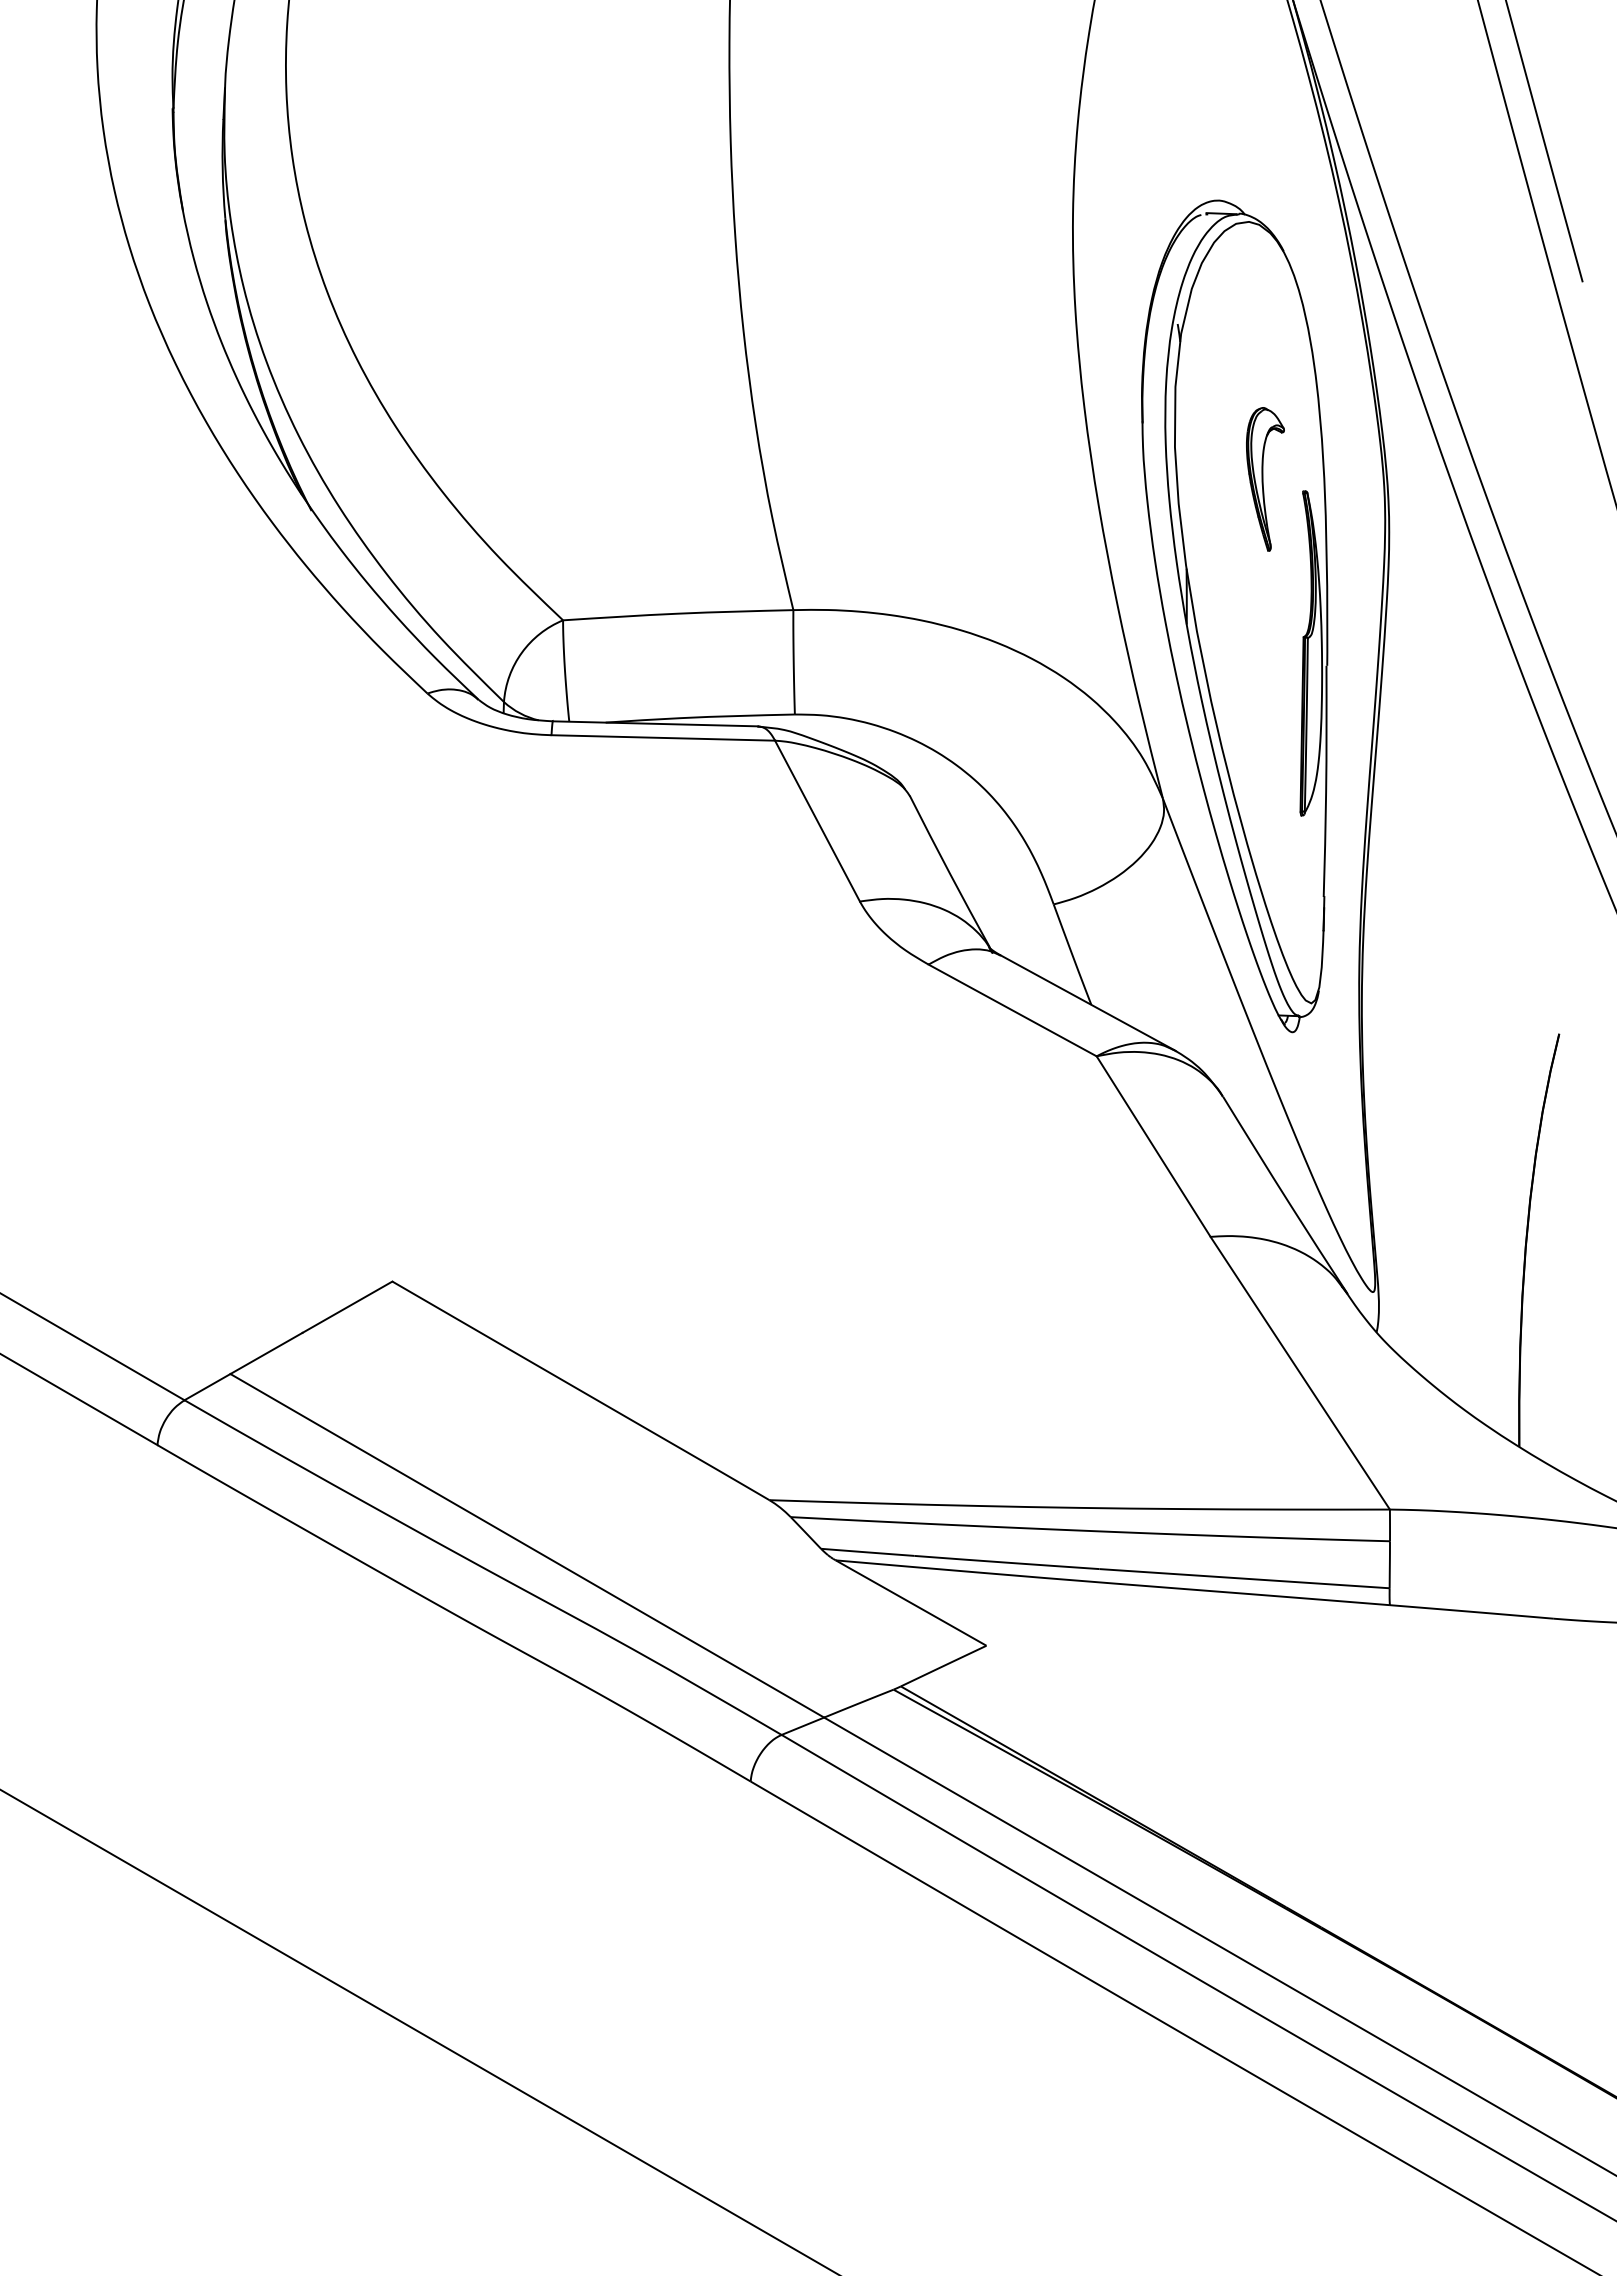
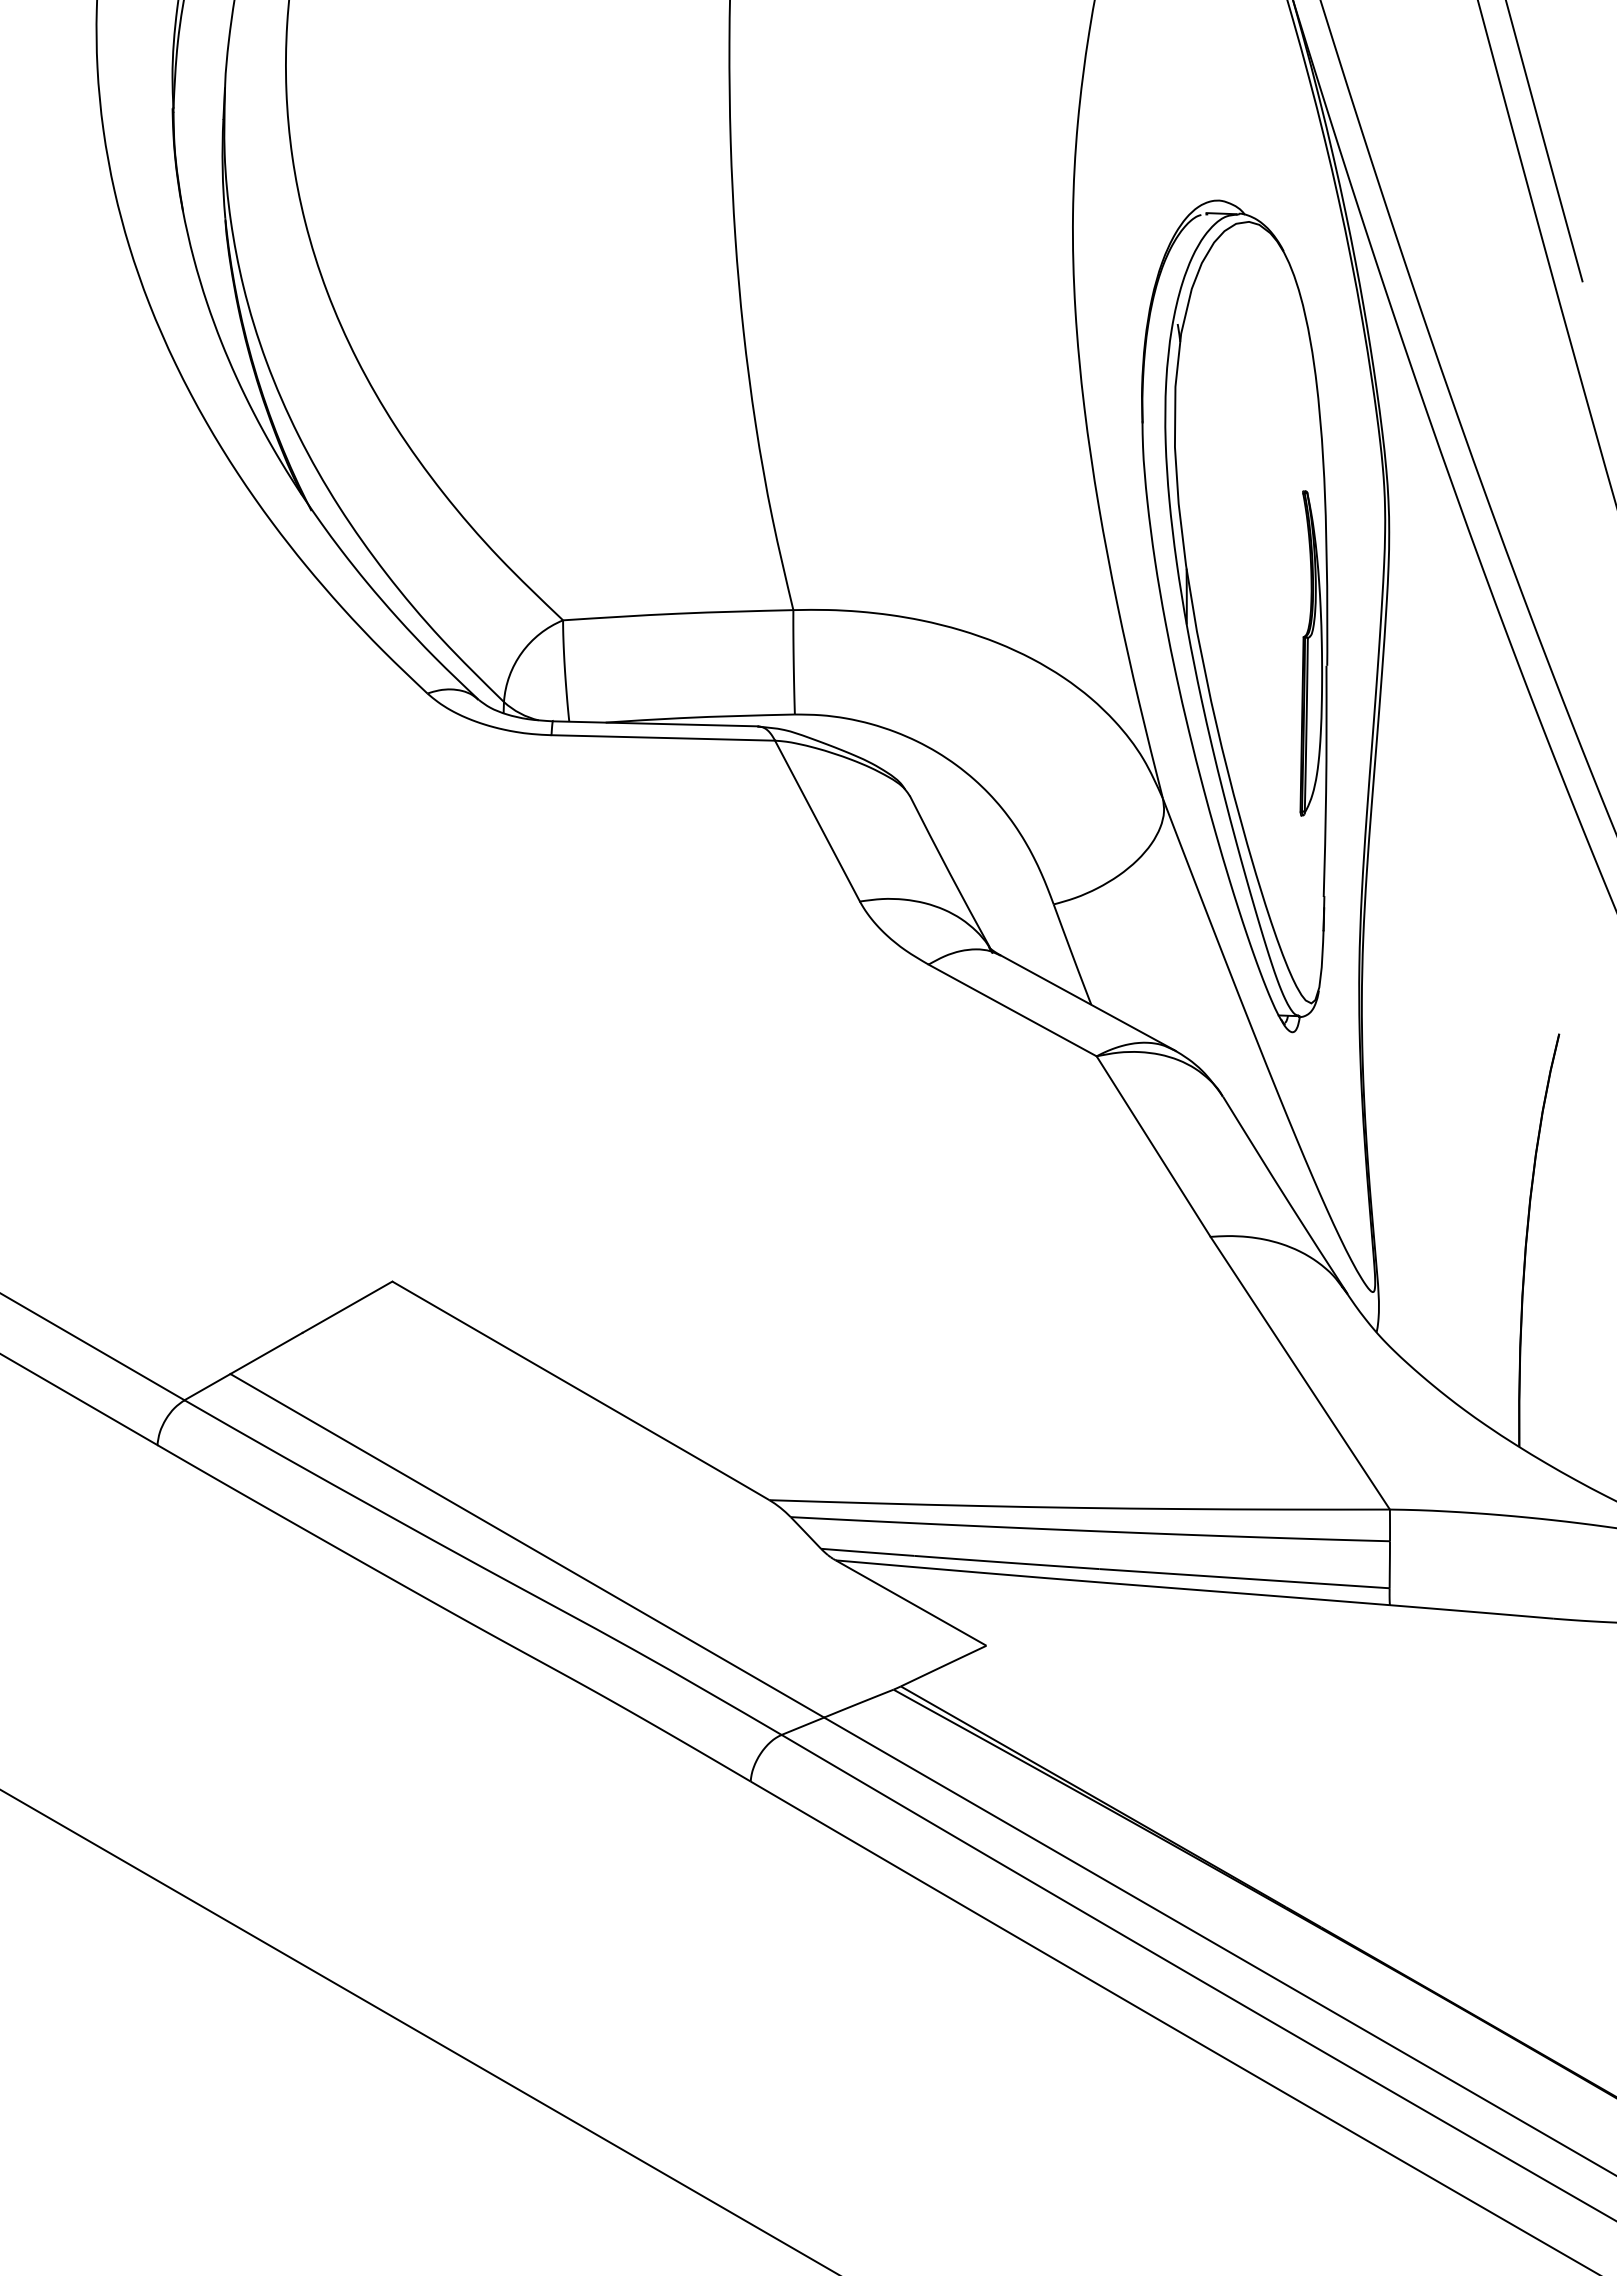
part at (1265, 479): present -> none
